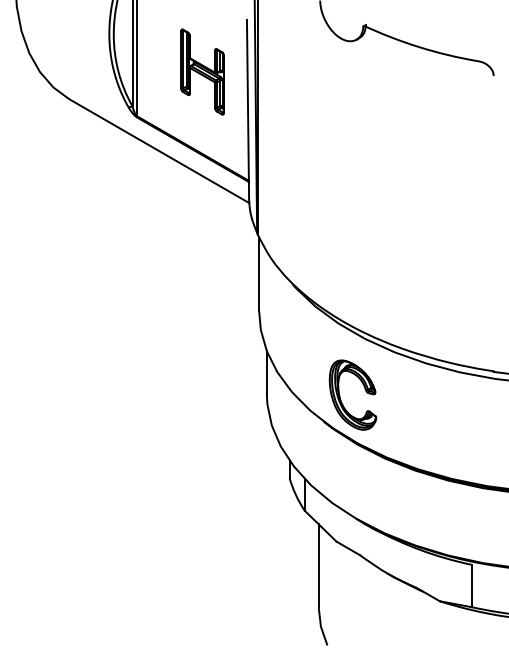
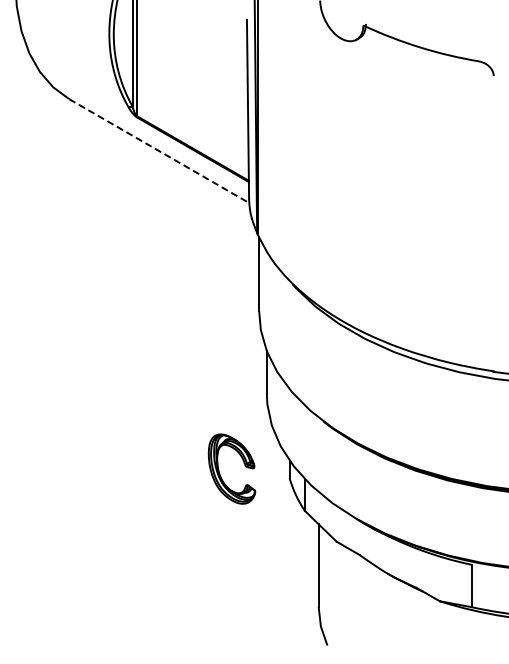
part at (202, 71): present -> none
line at (159, 151): solid -> dashed
part at (340, 395) position: (340, 395) -> (219, 469)
